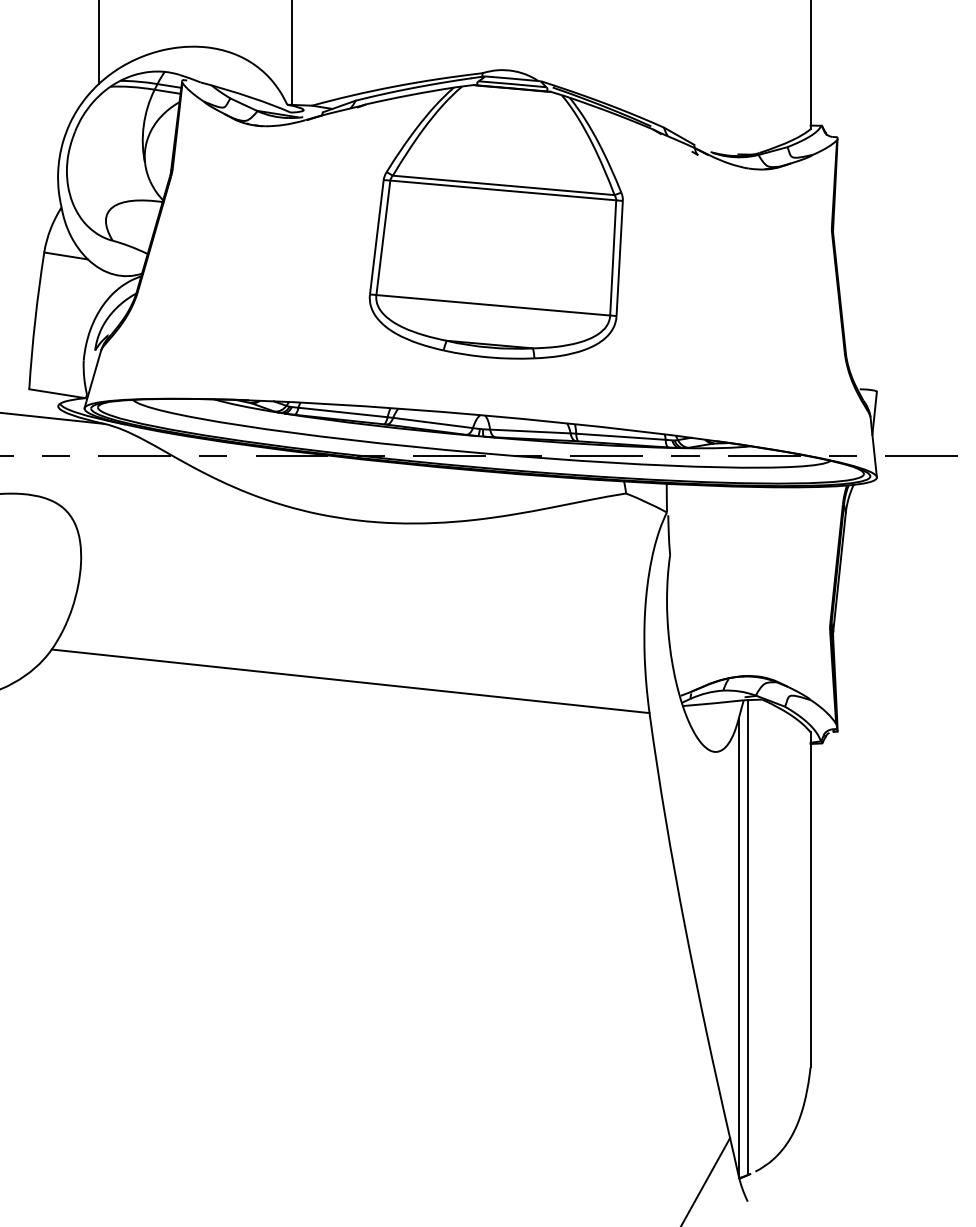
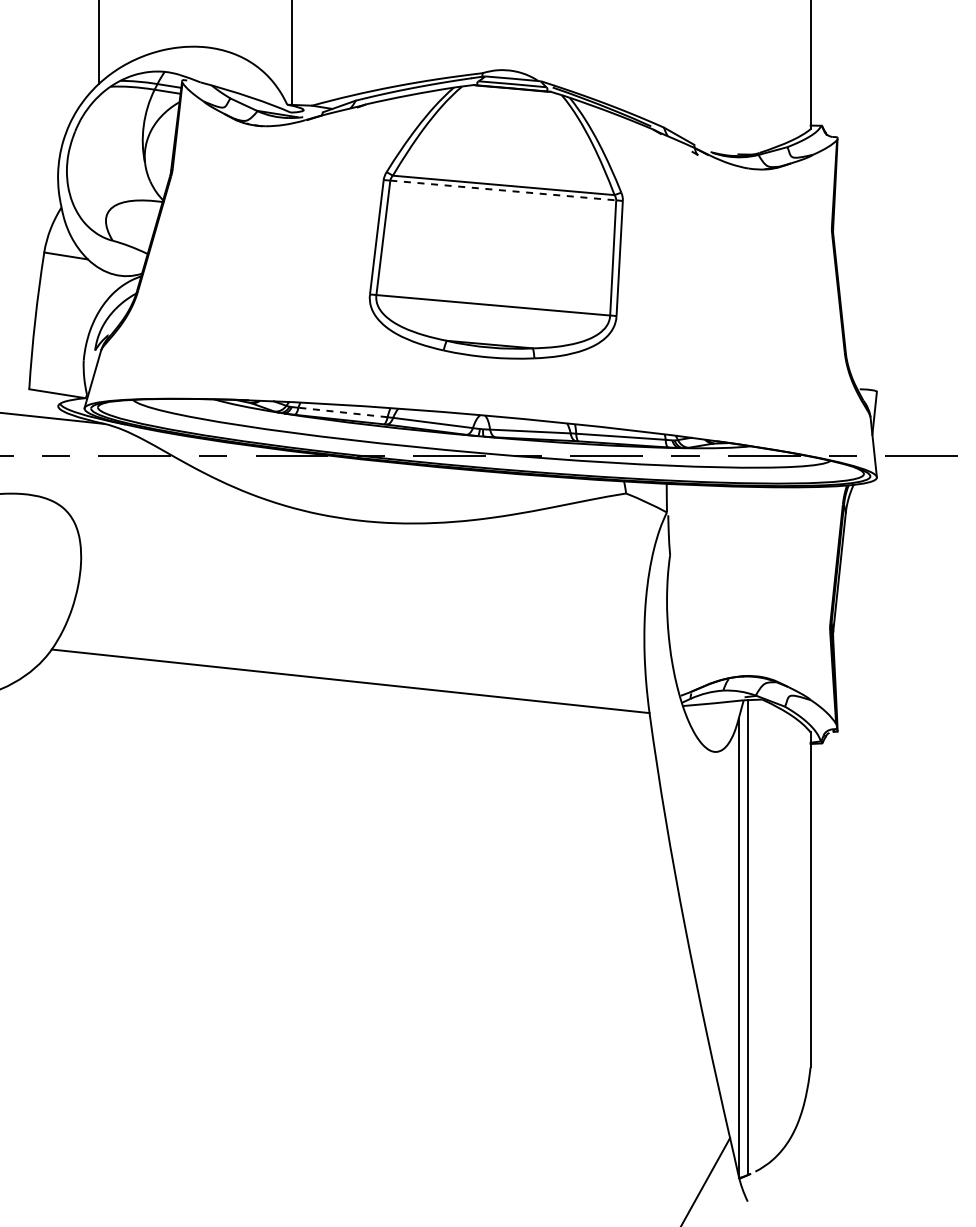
line at (503, 190): solid -> dashed
line at (343, 412): solid -> dashed
